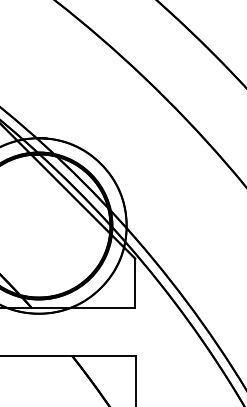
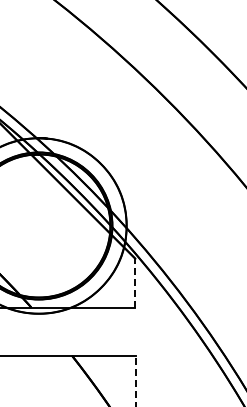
line at (135, 283): solid -> dashed
line at (136, 380): solid -> dashed
